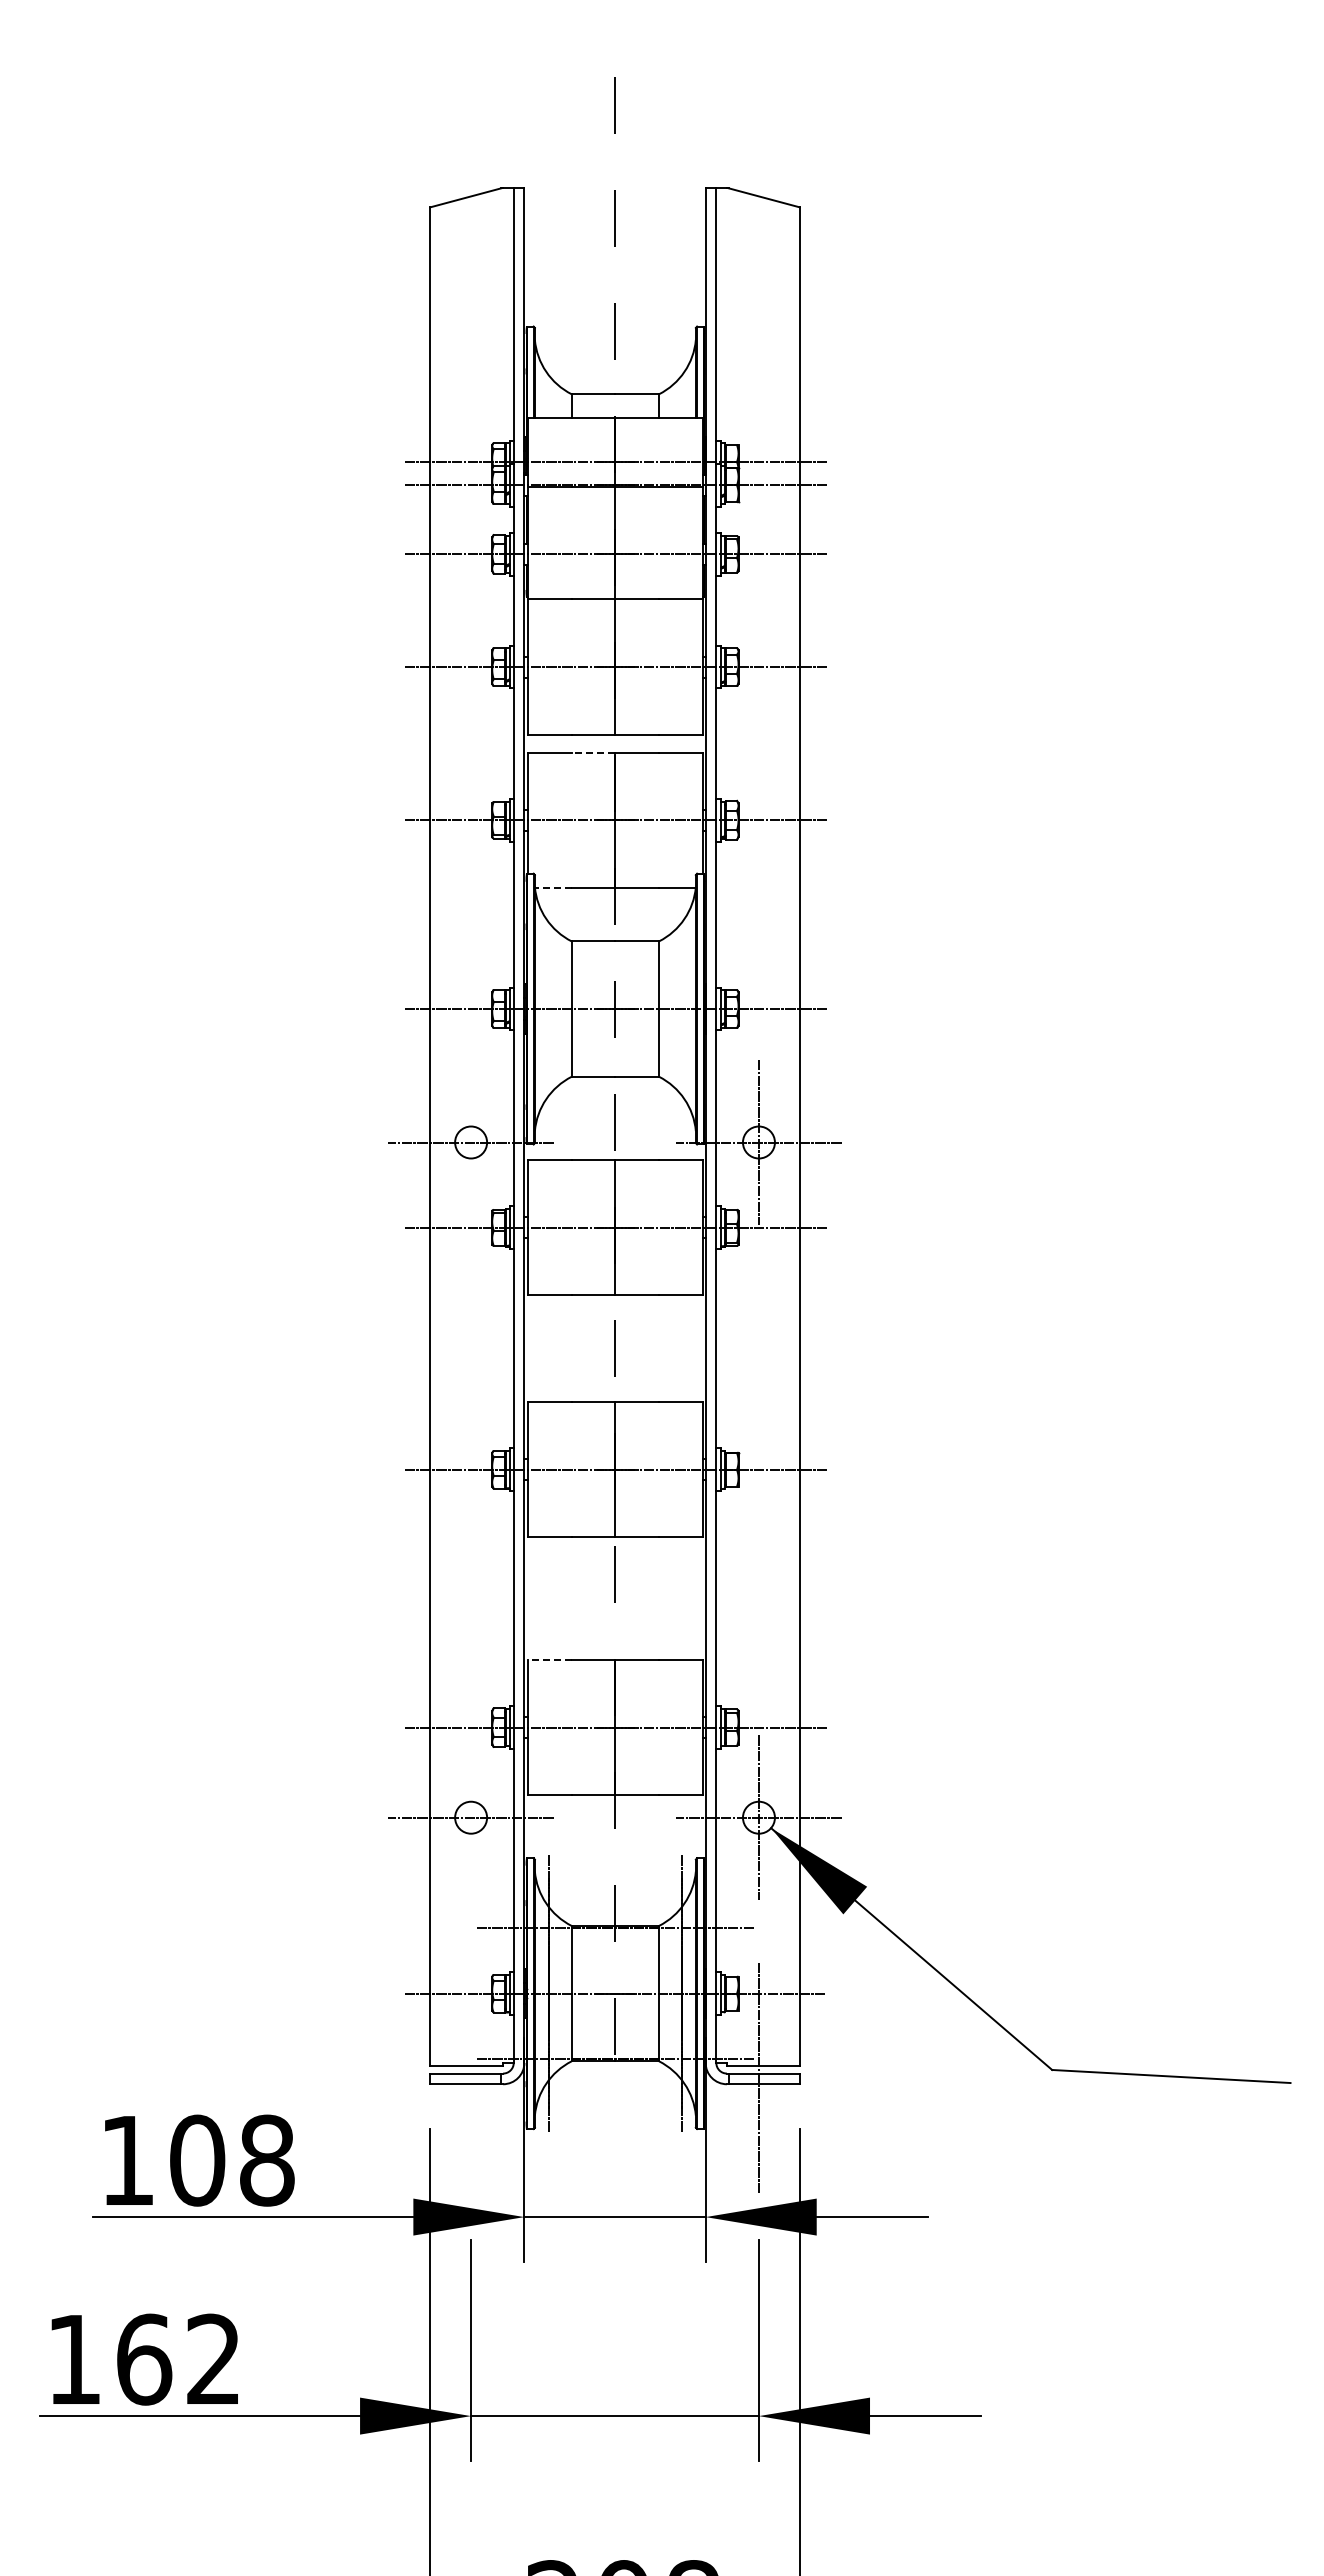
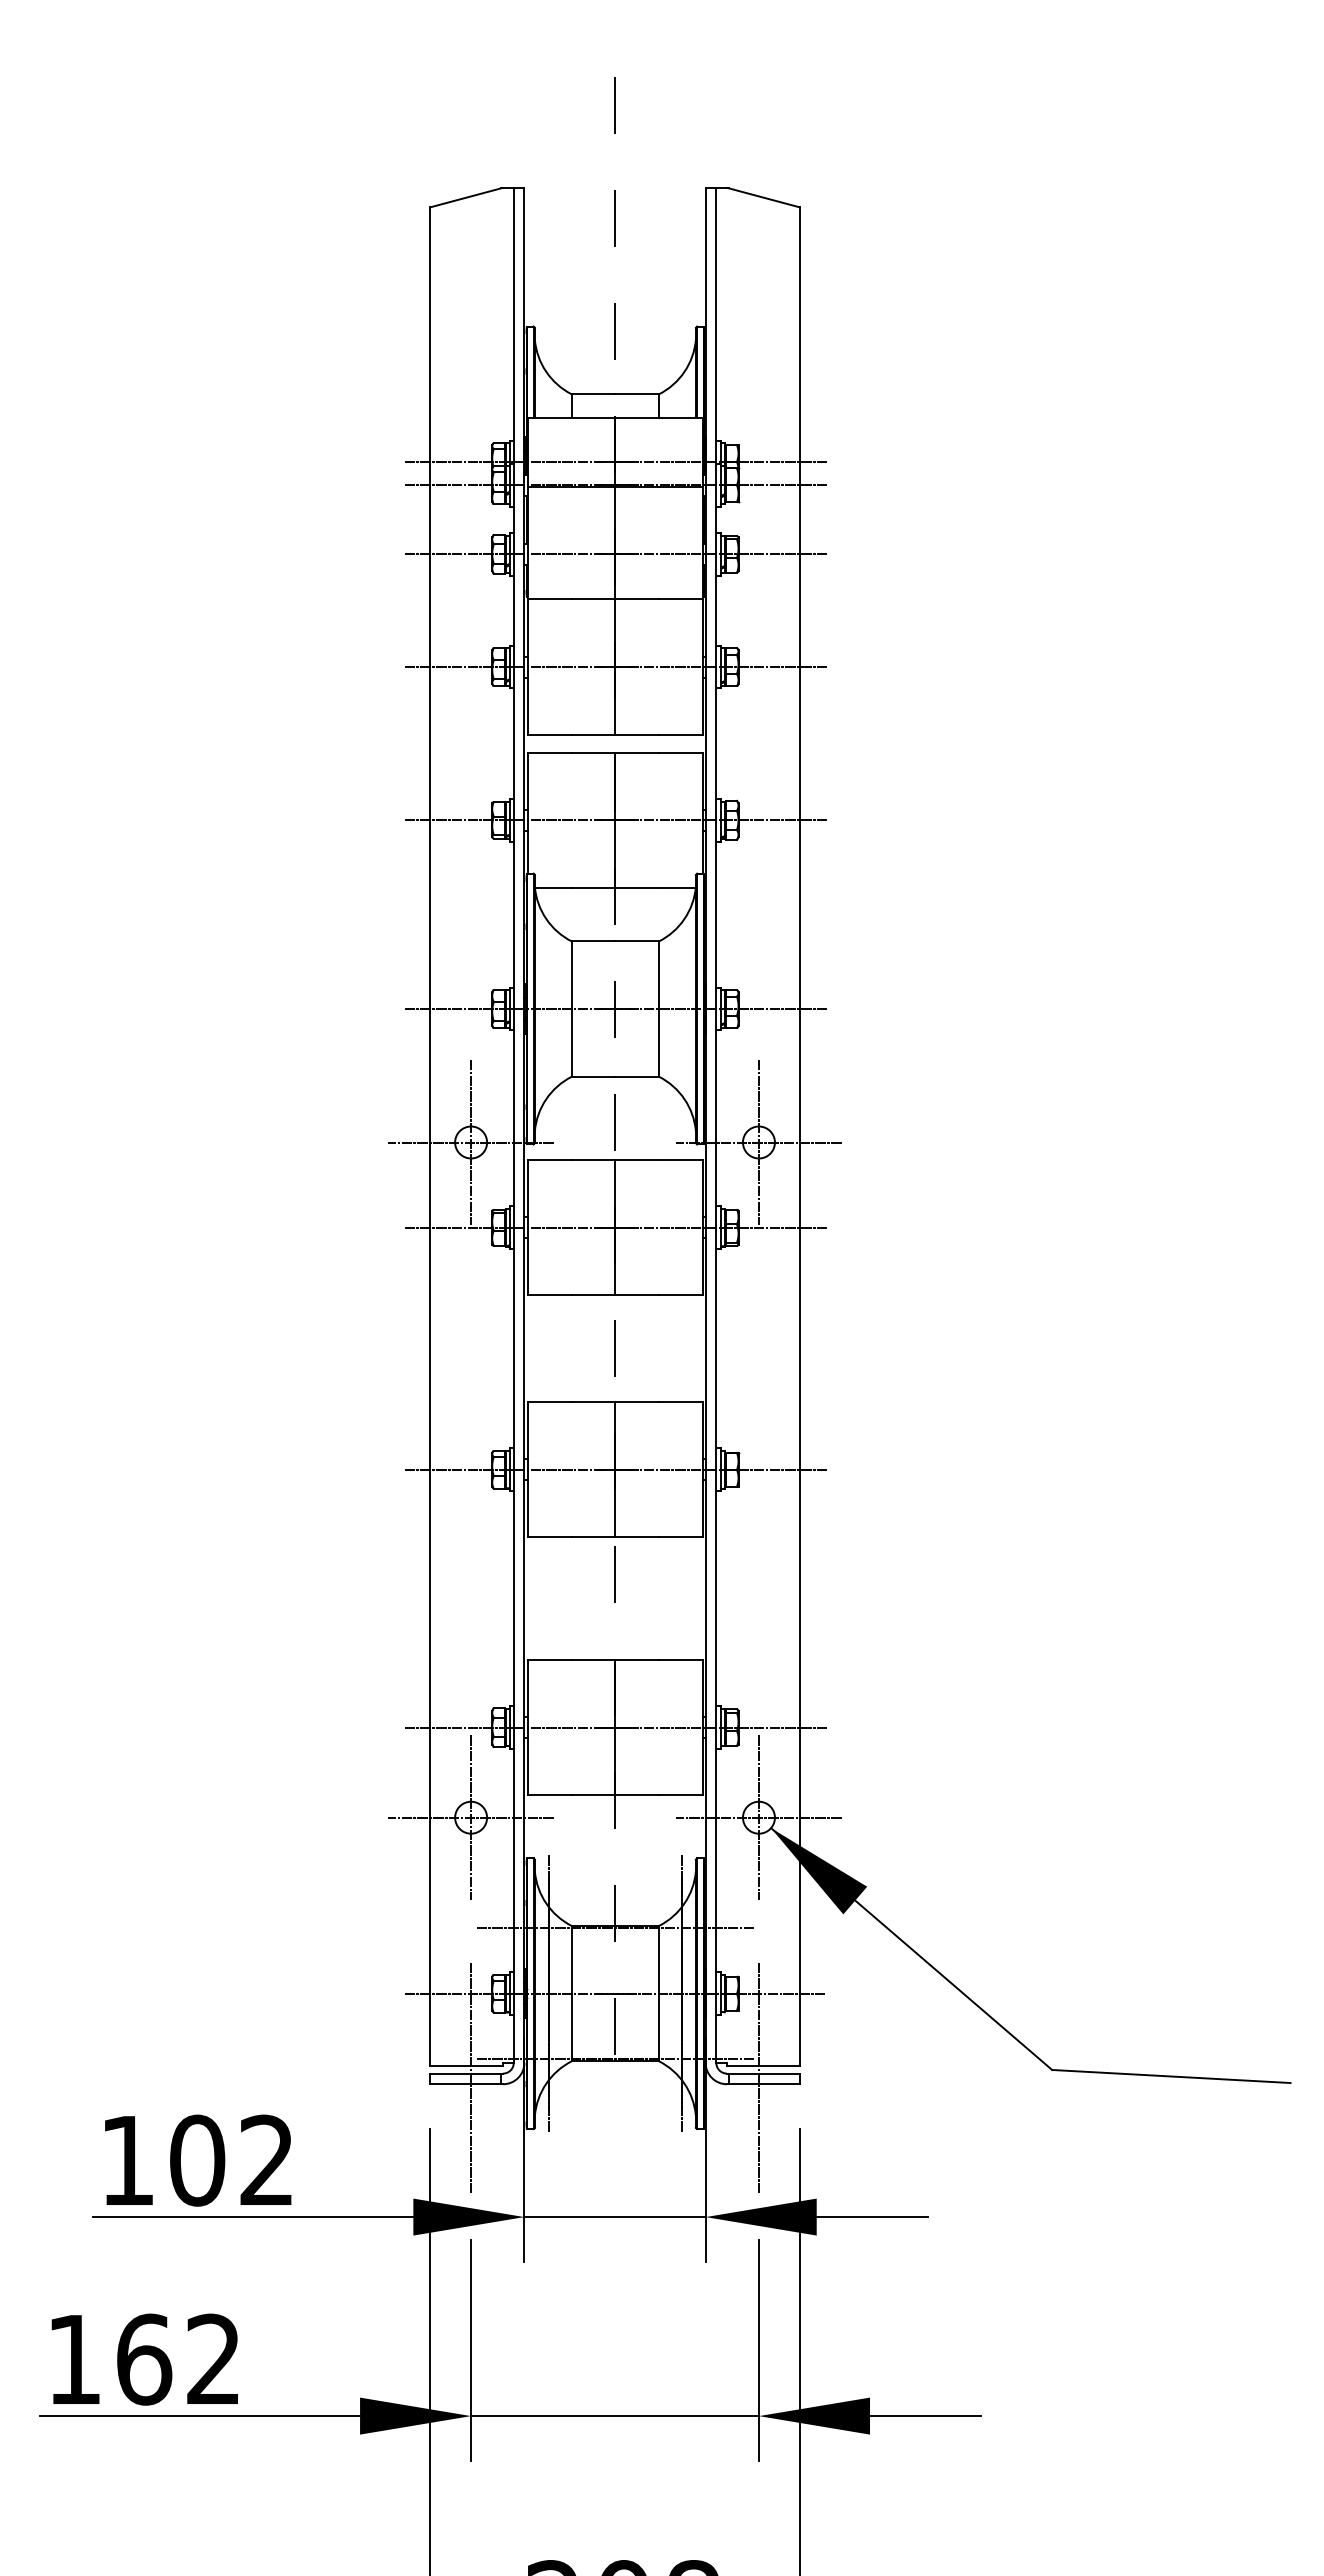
line at (593, 752): dashed -> solid
line at (552, 888): dashed -> solid
line at (471, 1142): none -> present
line at (549, 1659): dashed -> solid
line at (471, 1817): none -> present
line at (471, 2078): none -> present
text at (267, 2160): 108 -> 102
